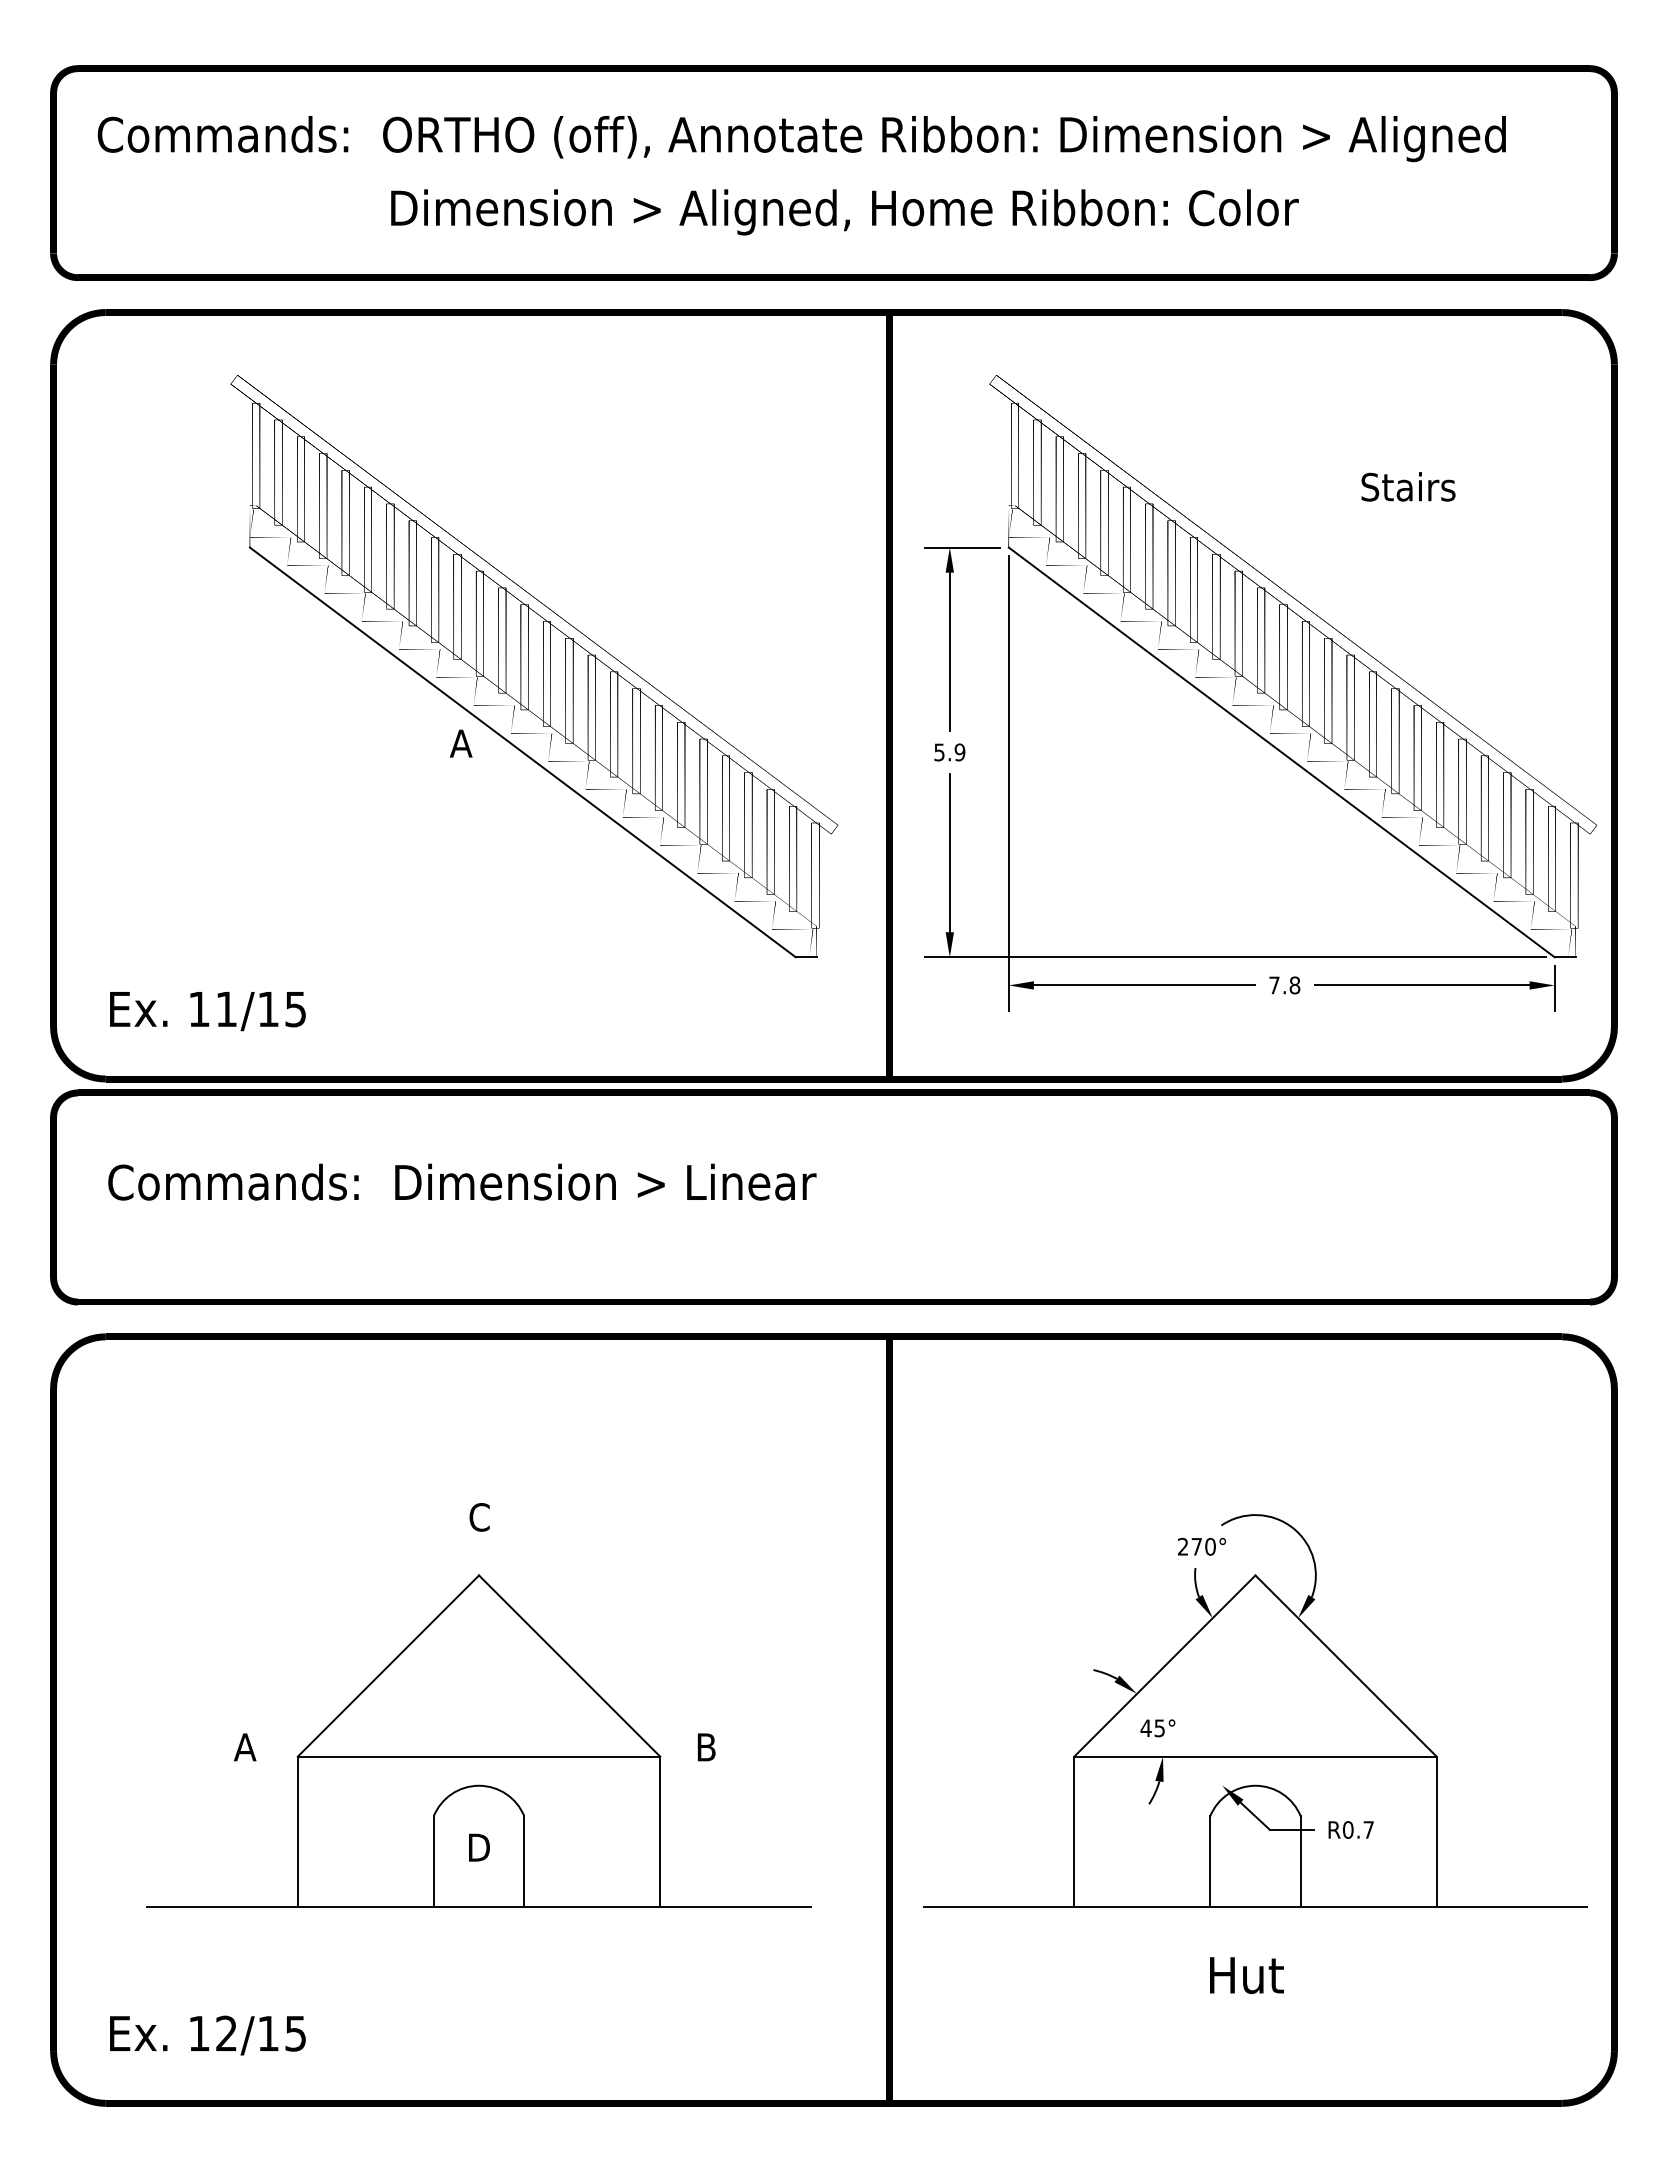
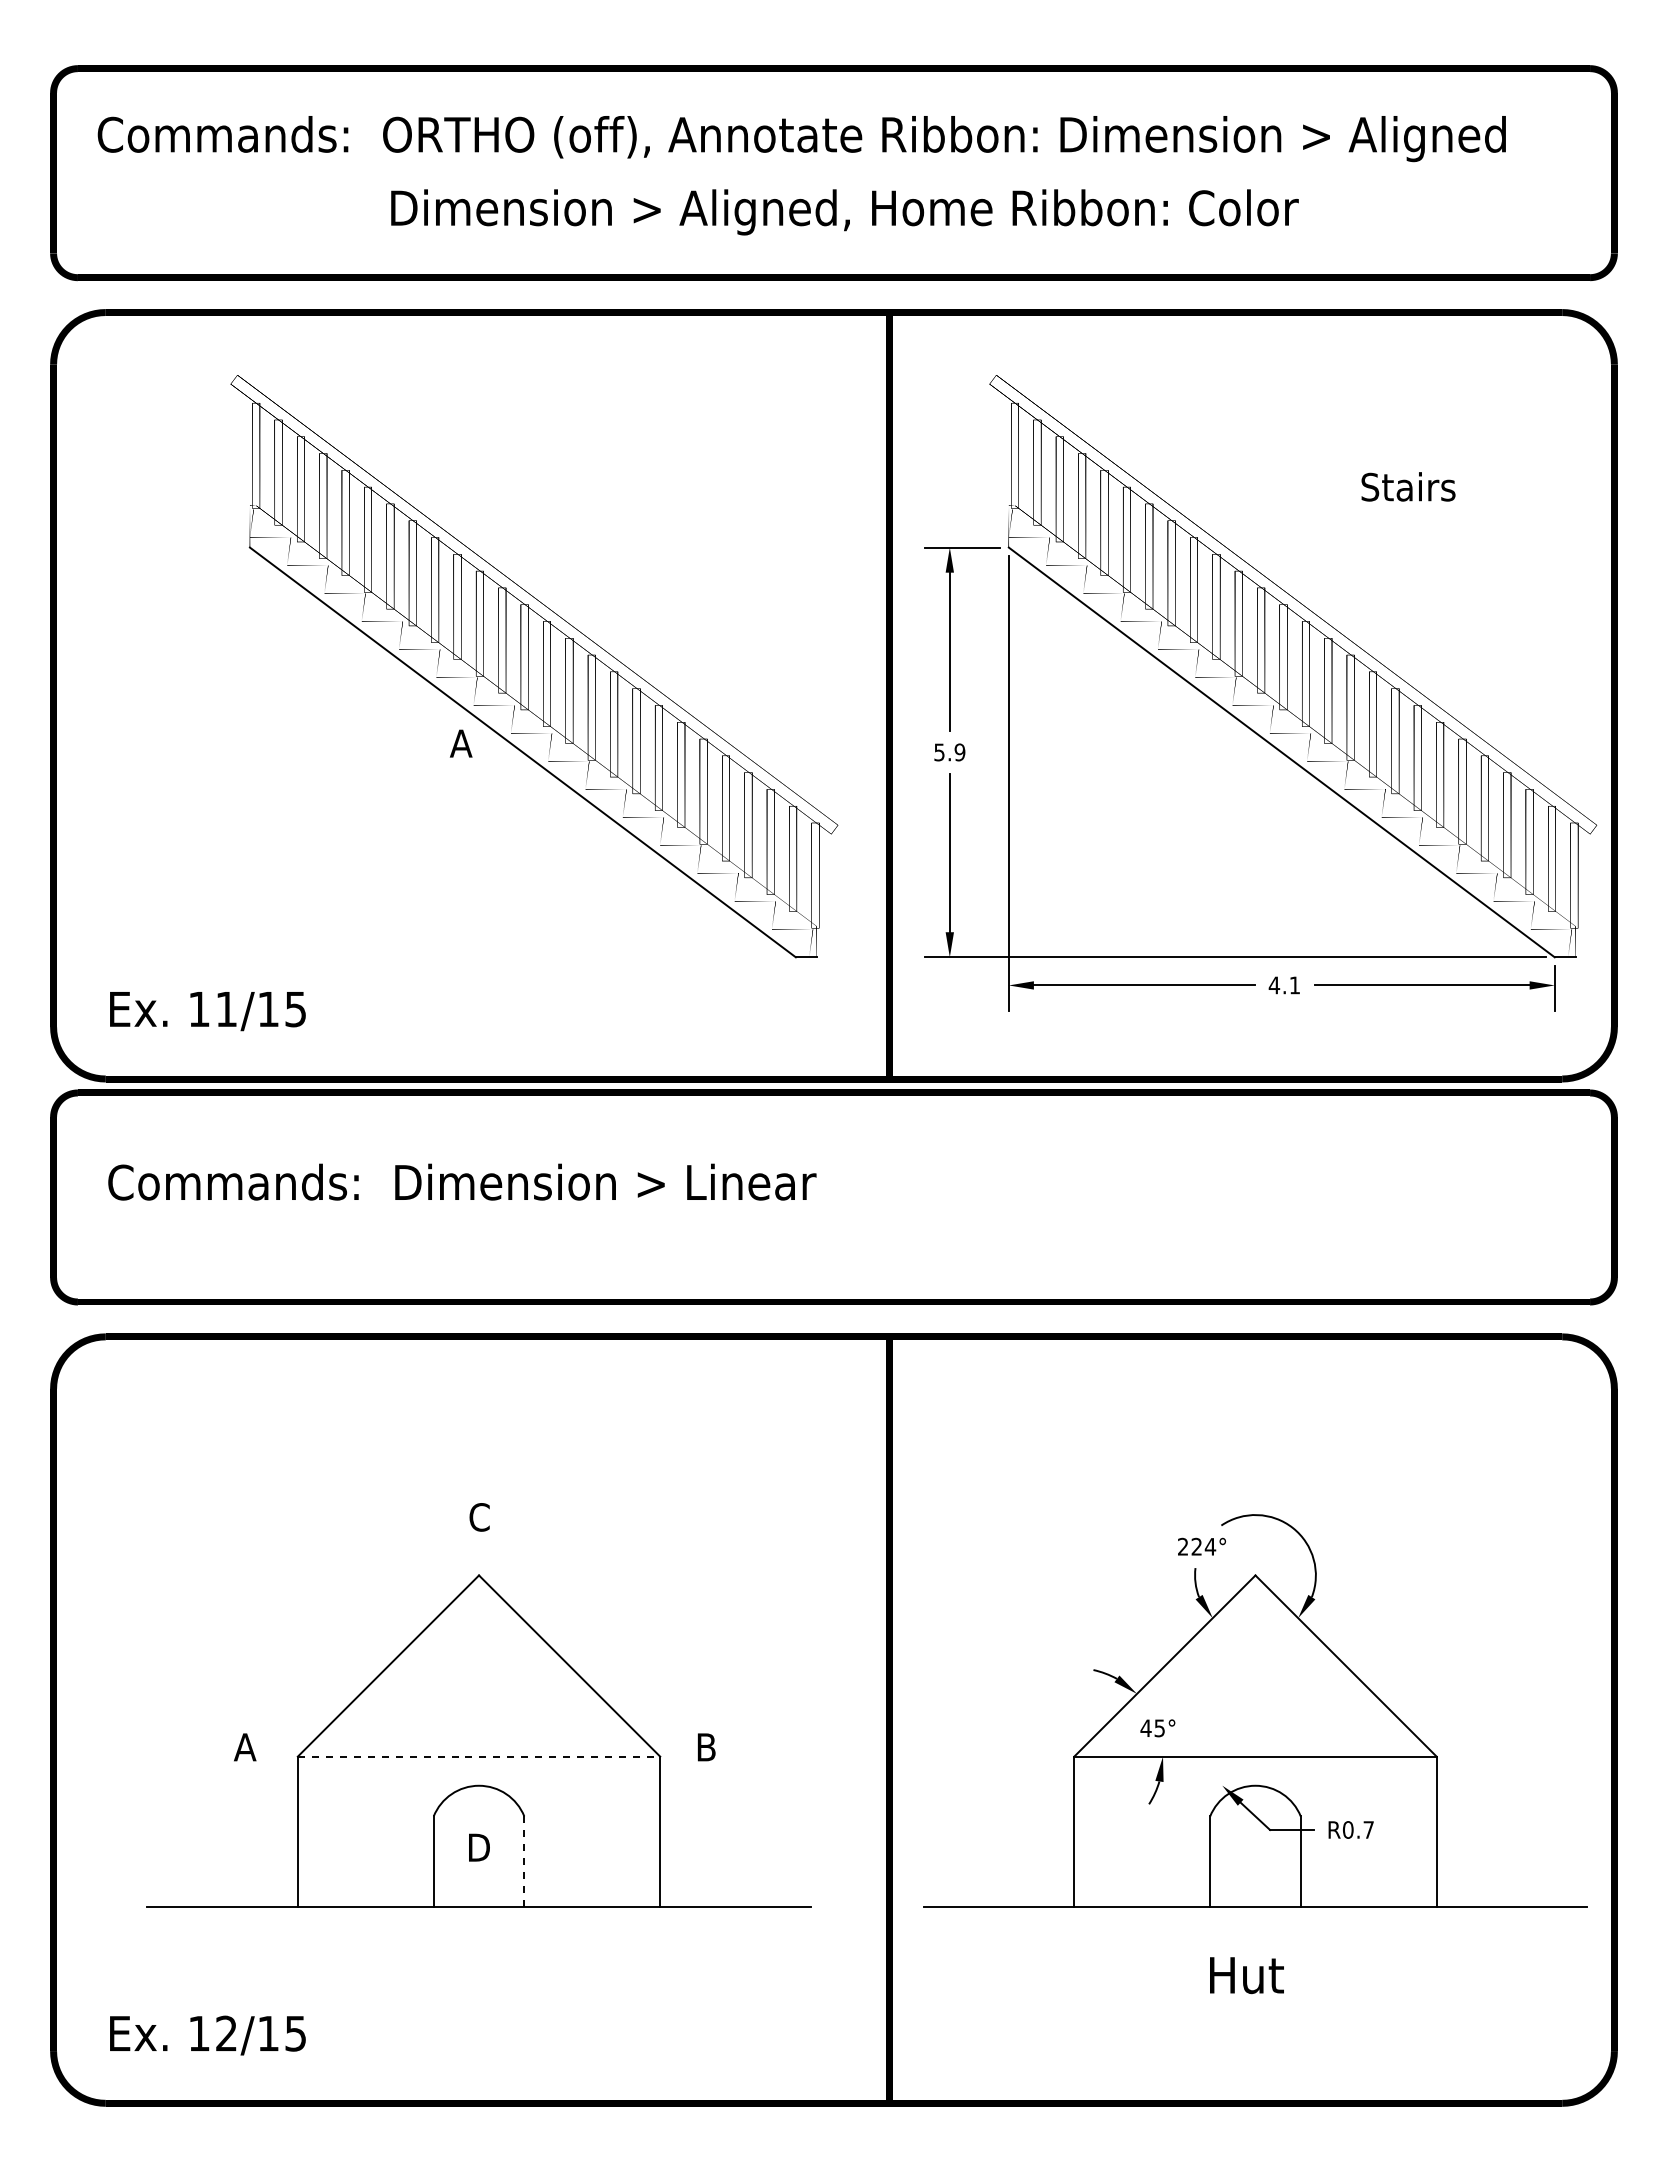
text at (1284, 985): 7.8 -> 4.1
text at (1203, 1546): 270° -> 224°
line at (479, 1756): solid -> dashed
line at (524, 1862): solid -> dashed
